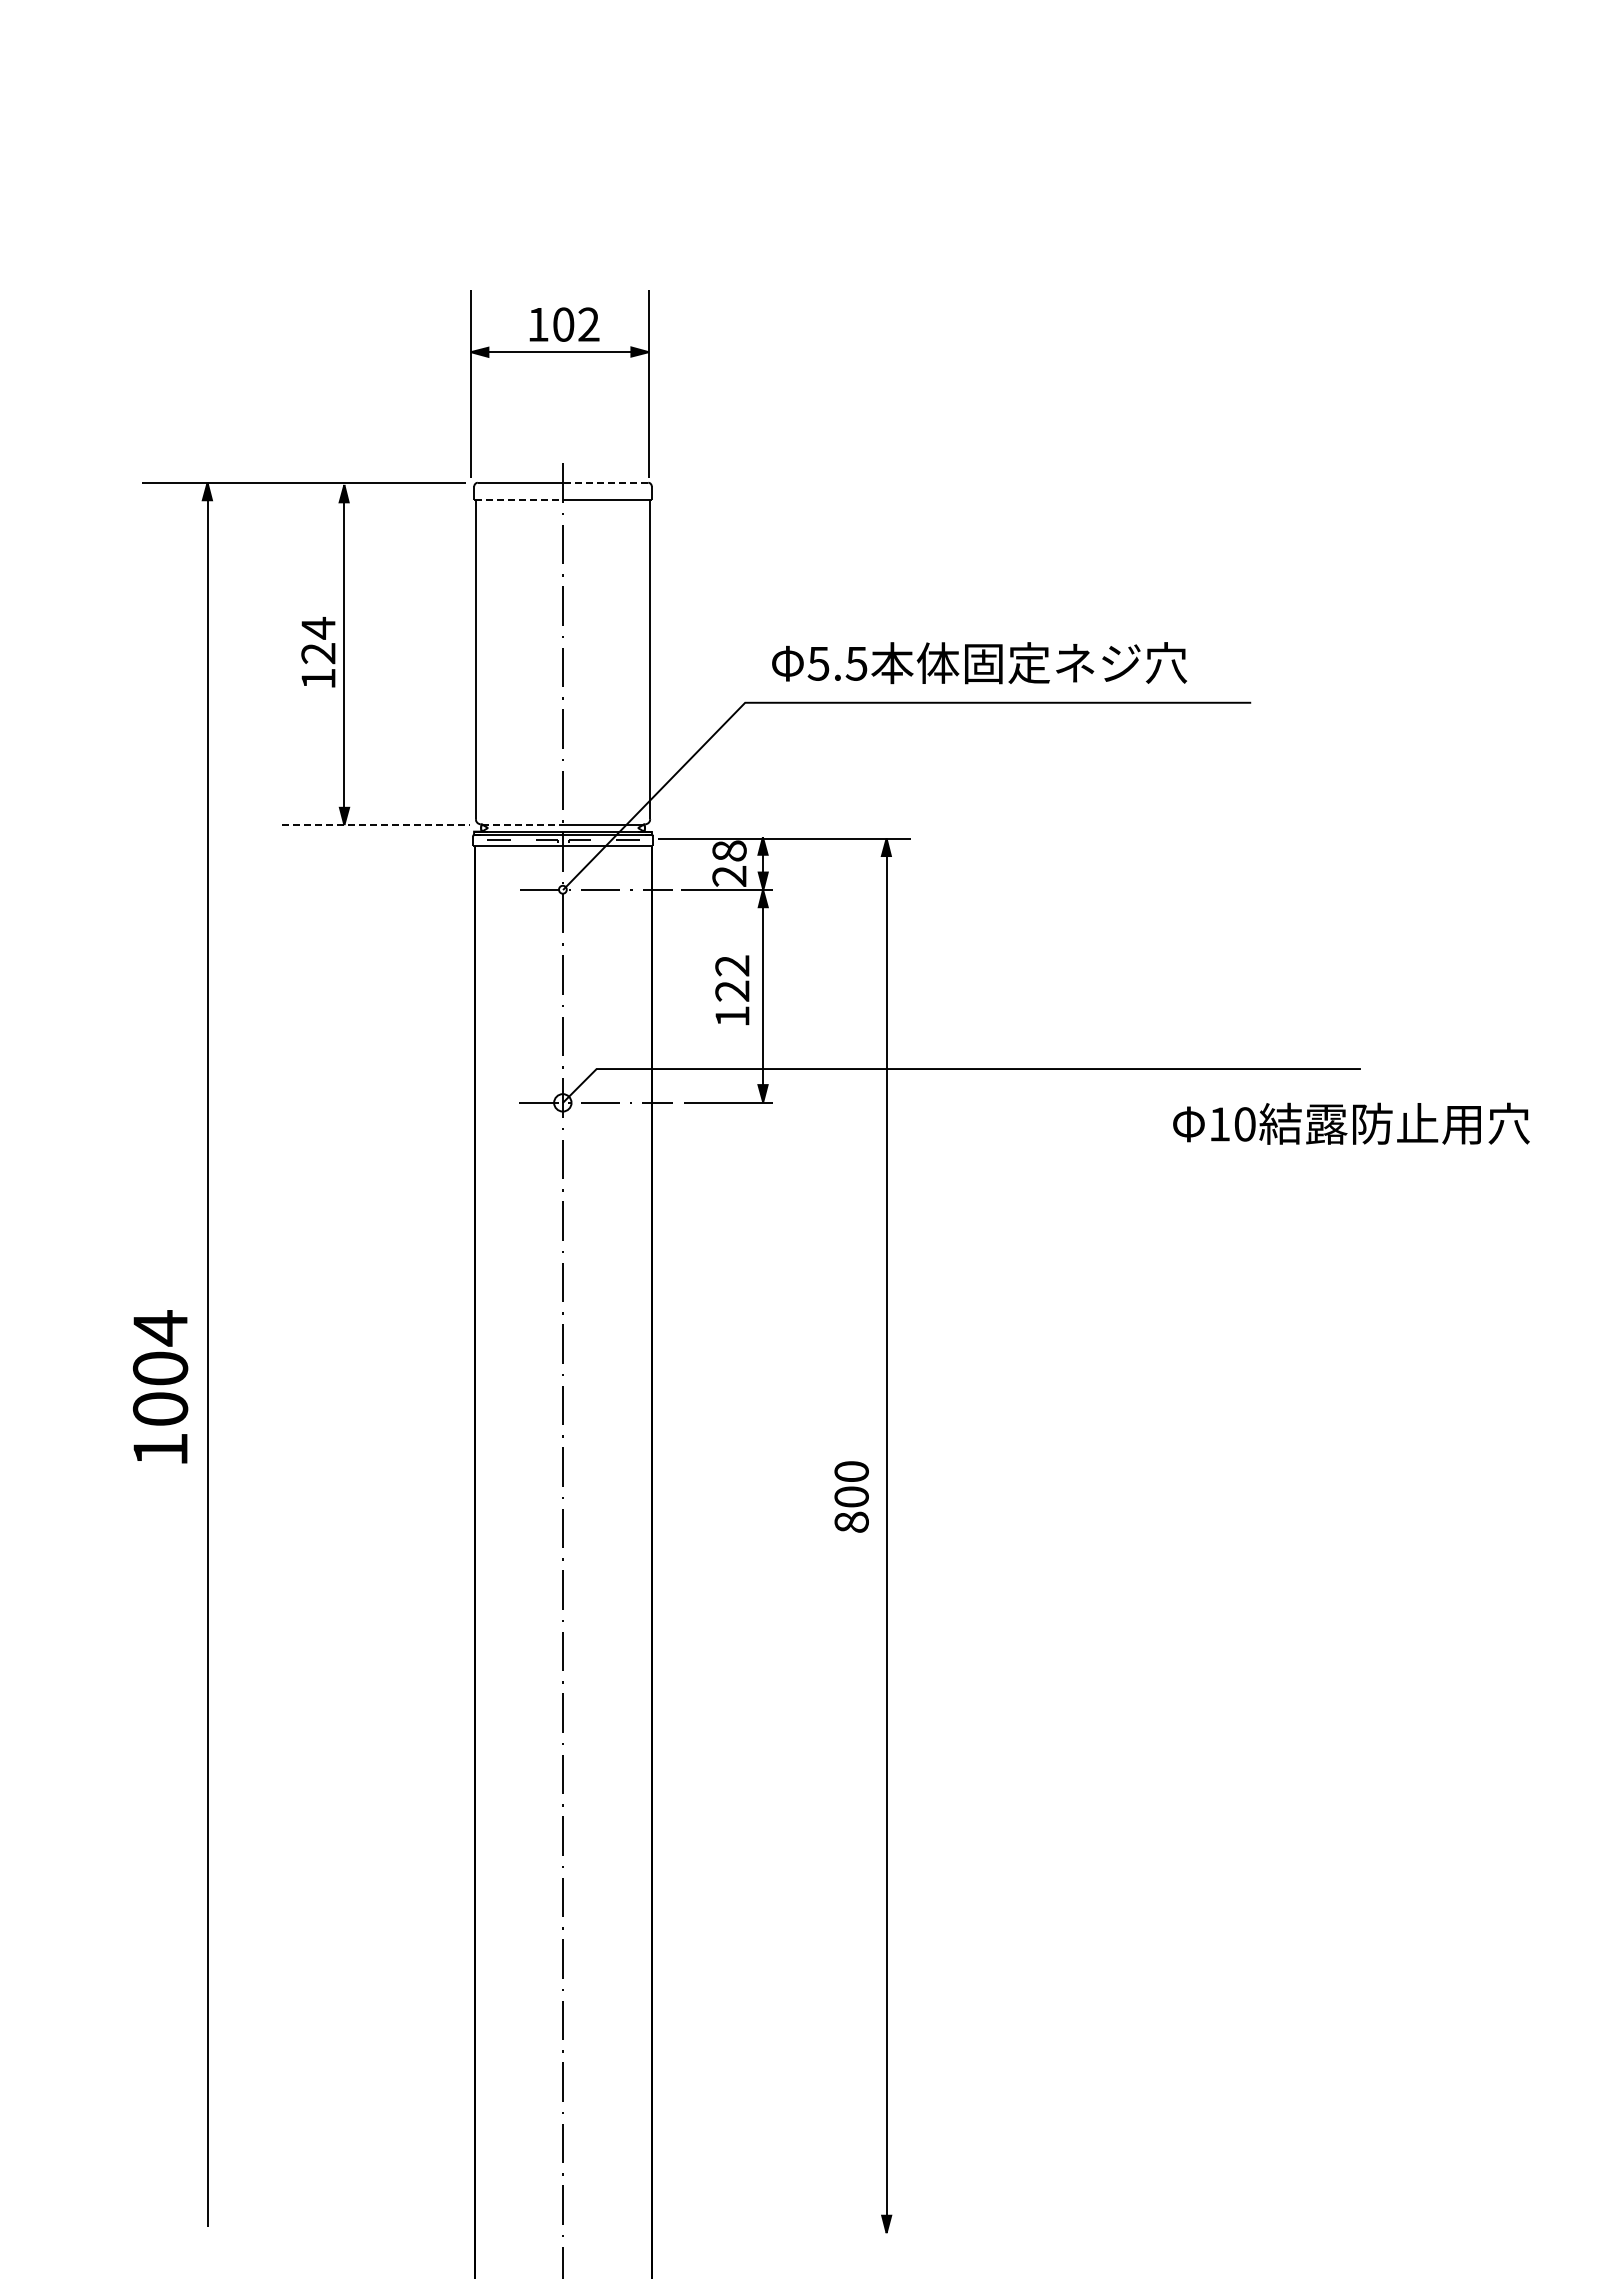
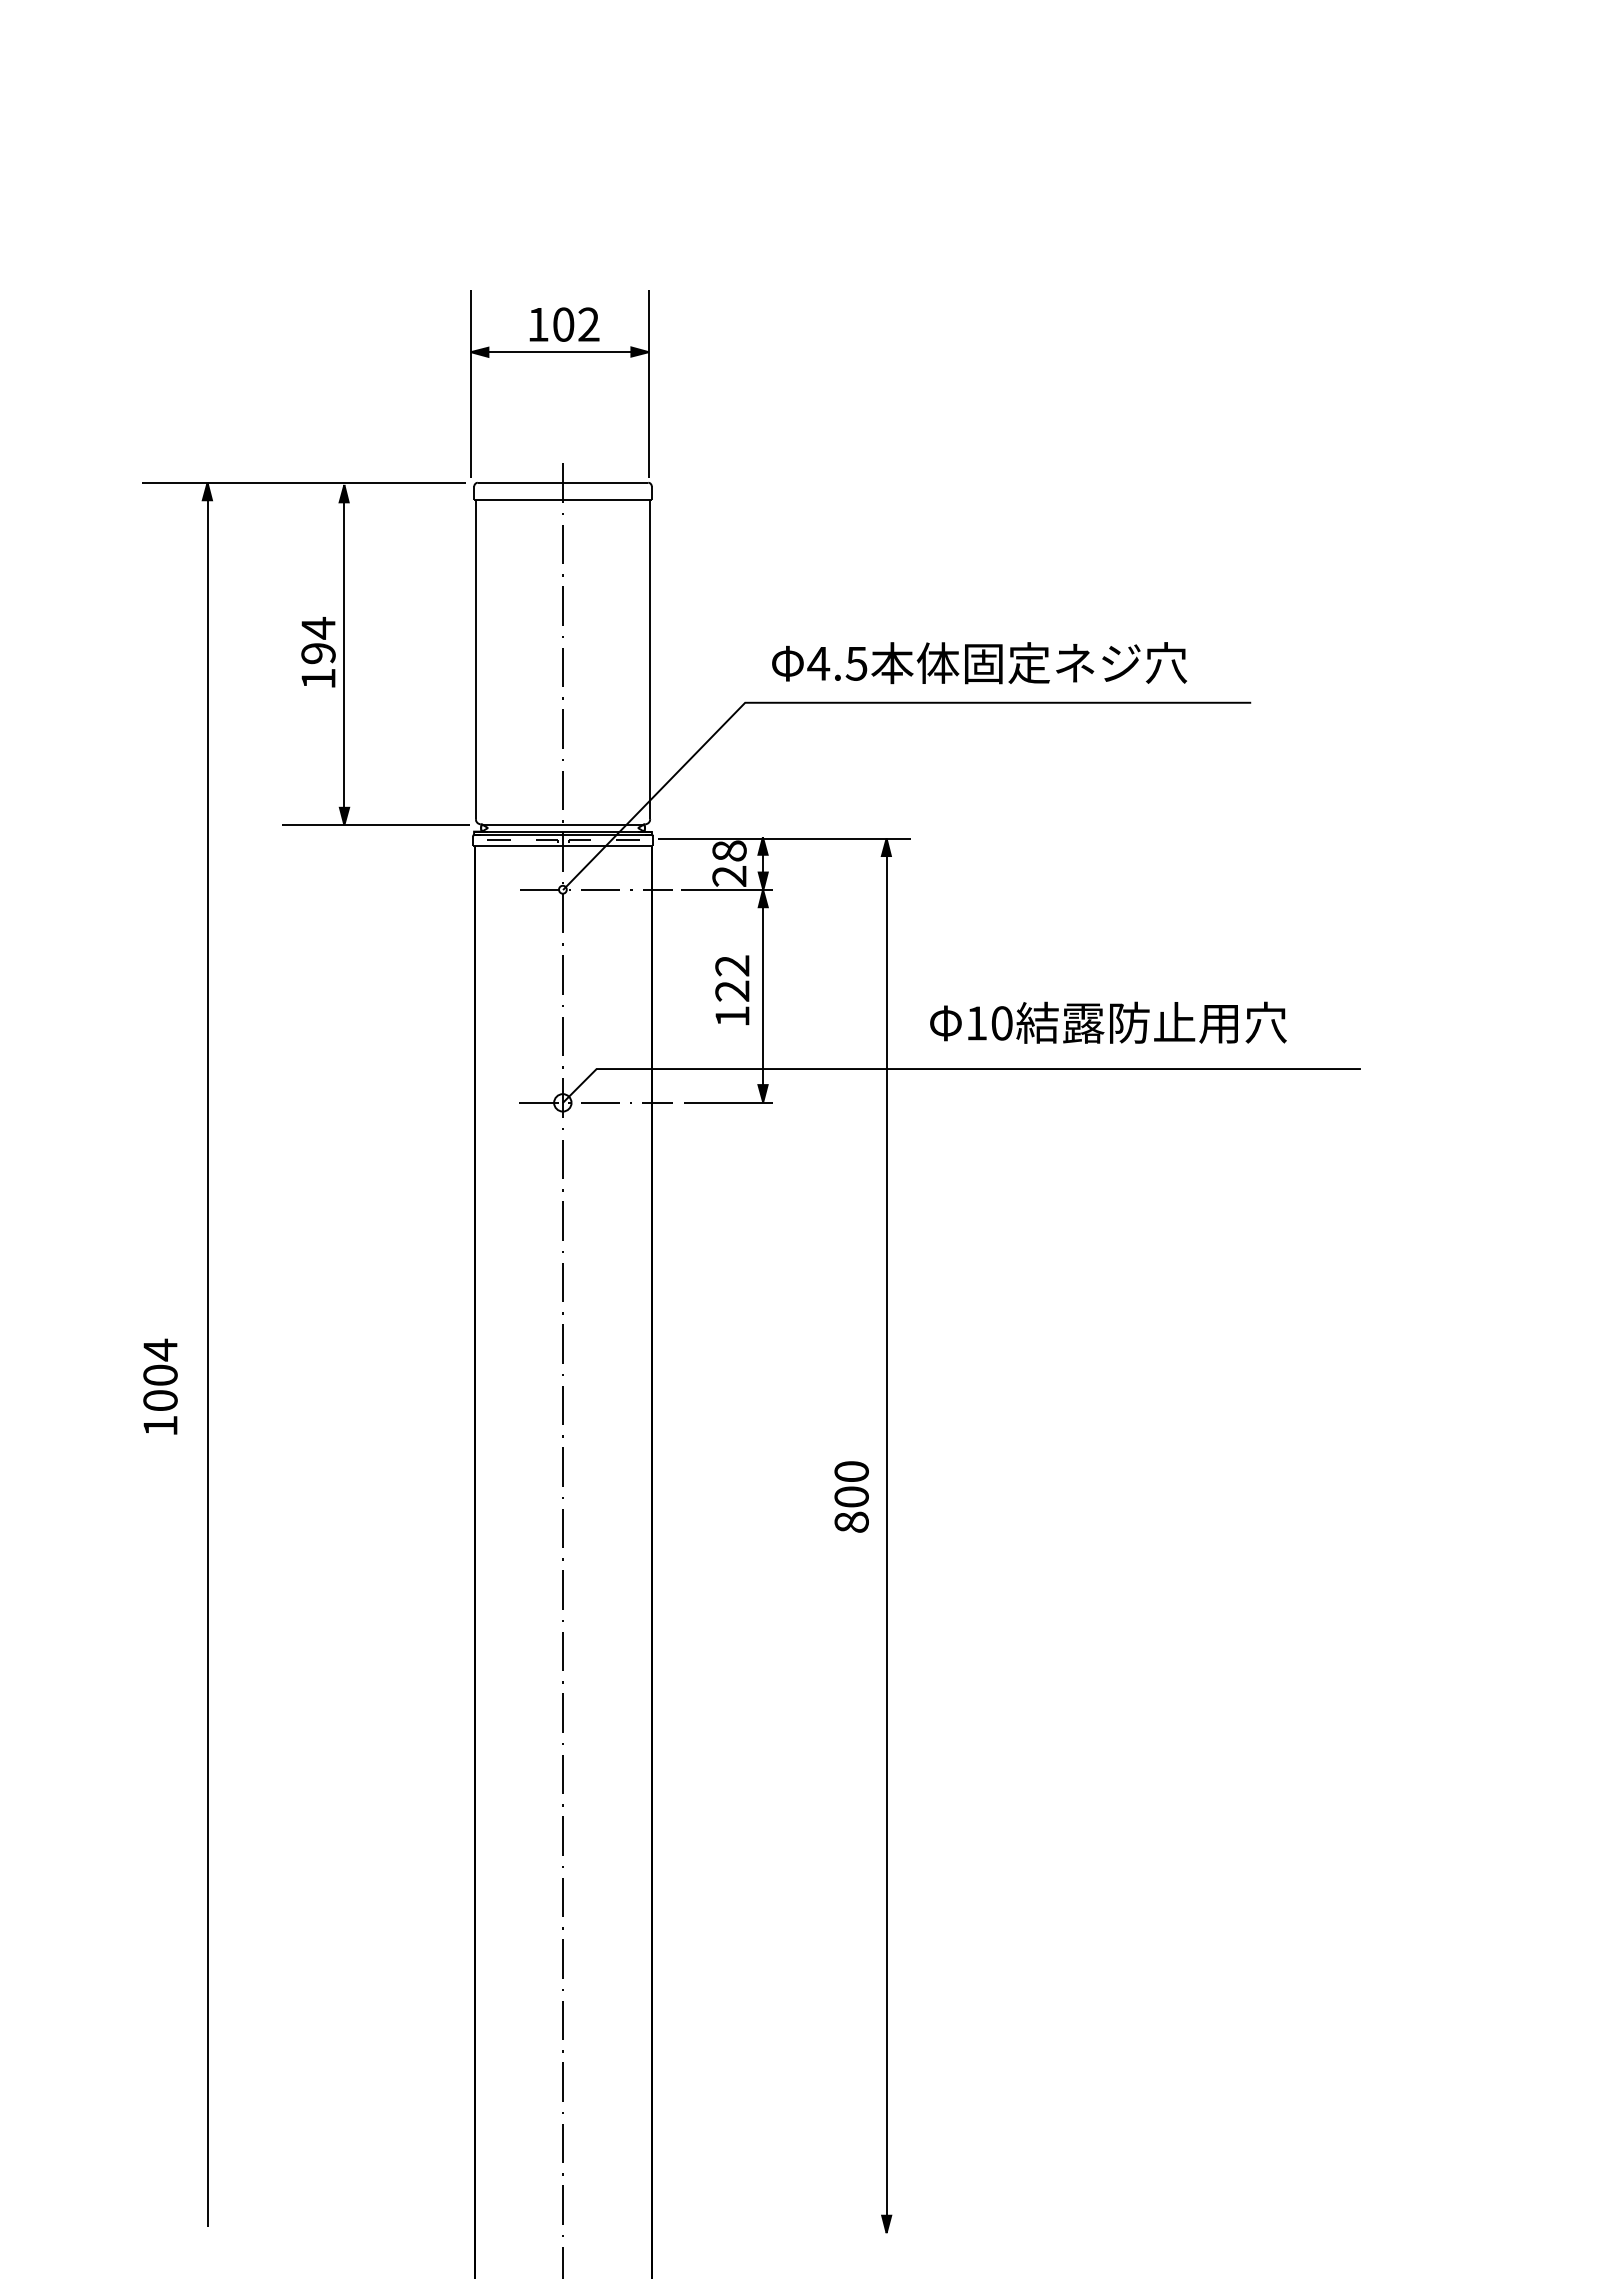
line at (605, 482): dashed -> solid
line at (519, 499): dashed -> solid
text at (318, 653): 124 -> 194
text at (818, 663): 5.5 -> 4.5
line at (522, 824): dashed -> solid
line at (376, 825): dashed -> solid
text at (1351, 1123) position: (1351, 1123) -> (1108, 1022)
part at (160, 1386) size: 56x154 px -> 35x97 px
